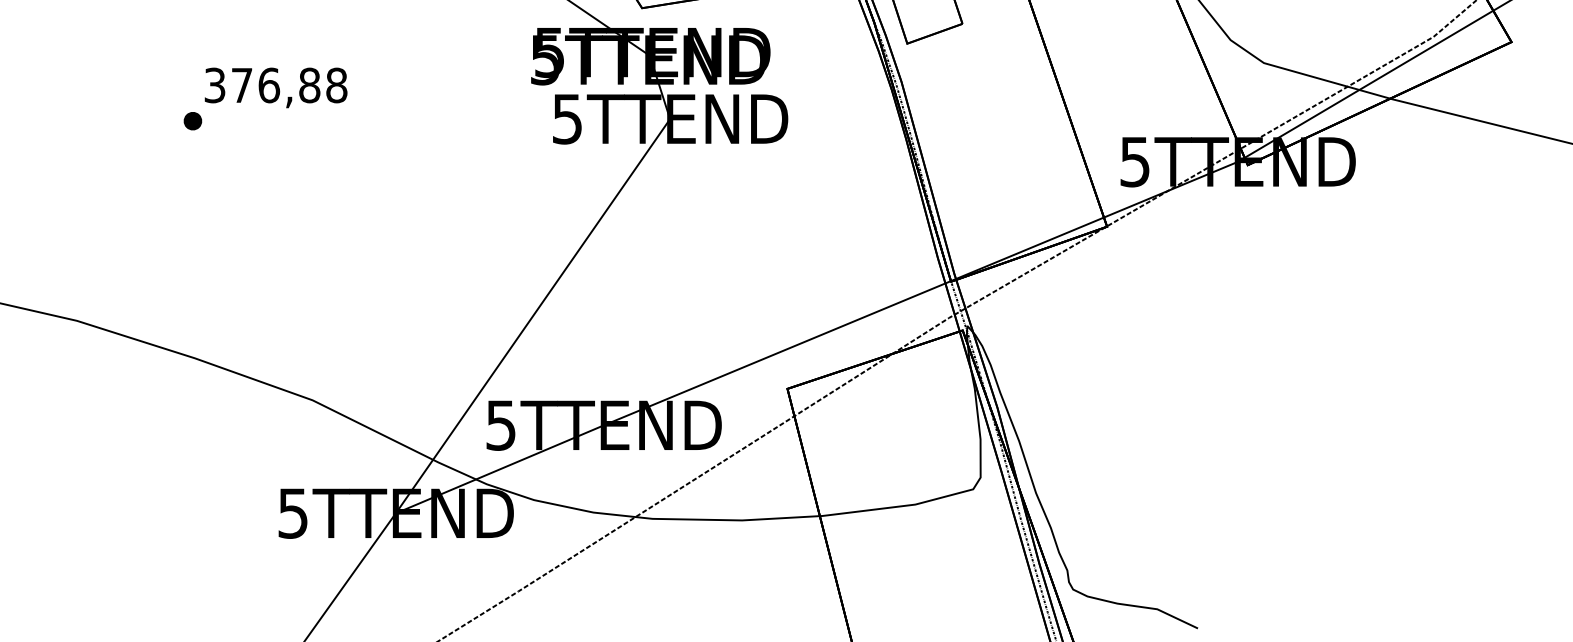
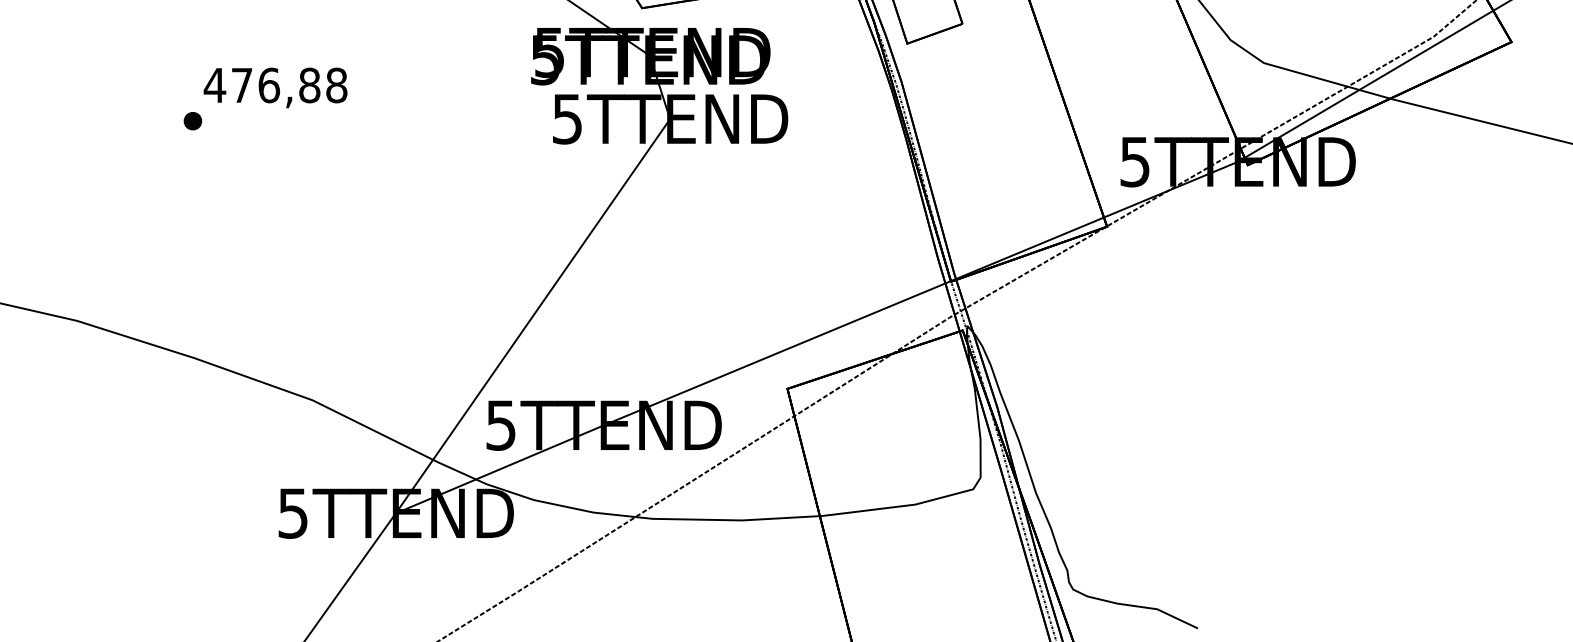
text at (214, 85): 376,88 -> 476,88
